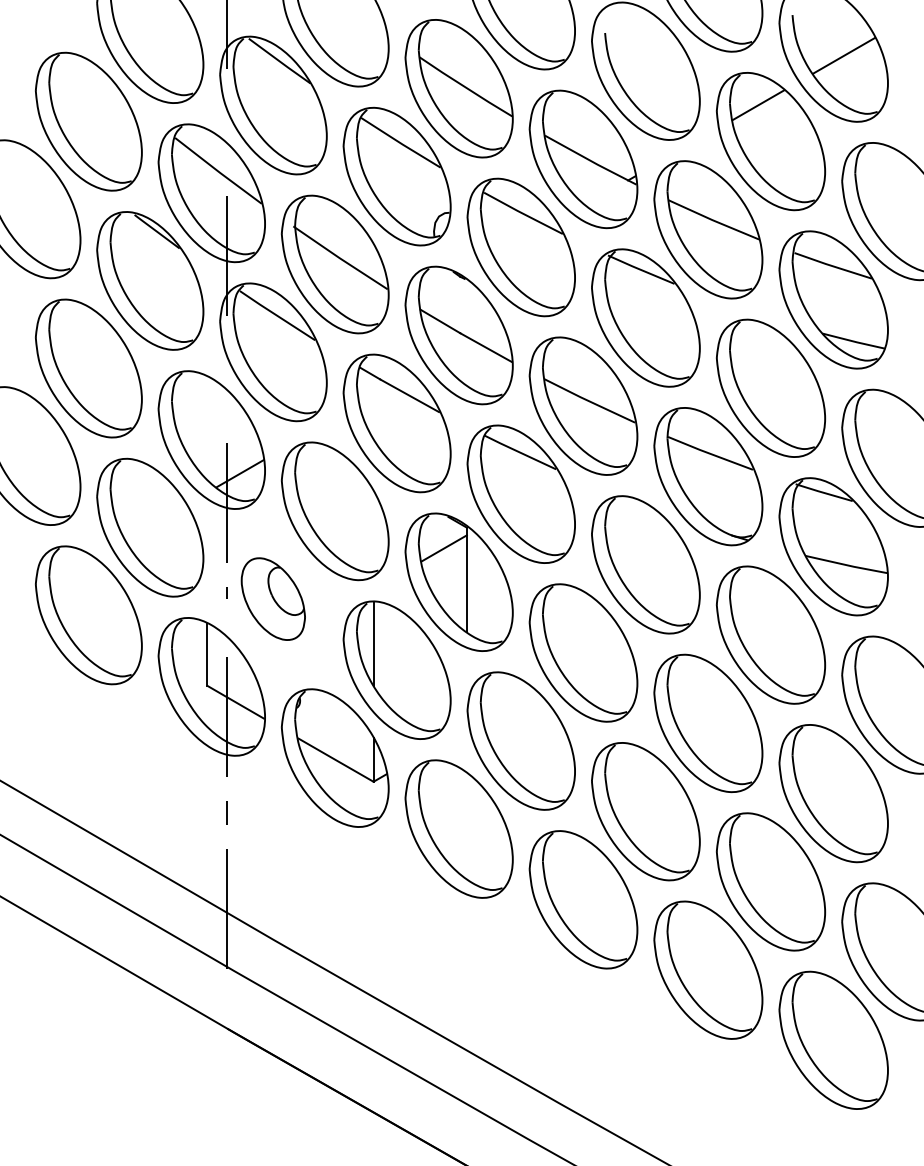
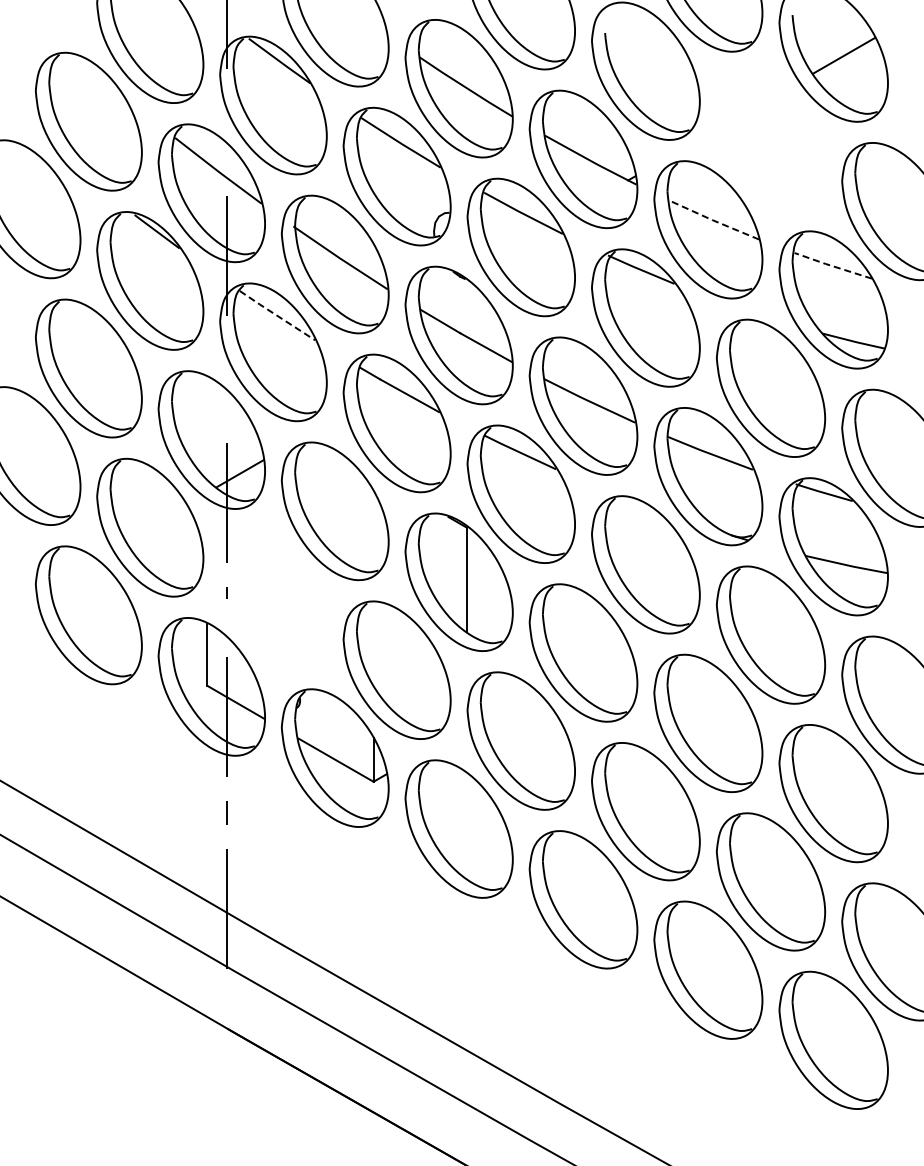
part at (771, 141): present -> none
line at (713, 220): solid -> dashed
line at (832, 266): solid -> dashed
line at (276, 315): solid -> dashed
line at (443, 548): present -> none
part at (272, 598): present -> none
line at (373, 644): present -> none
